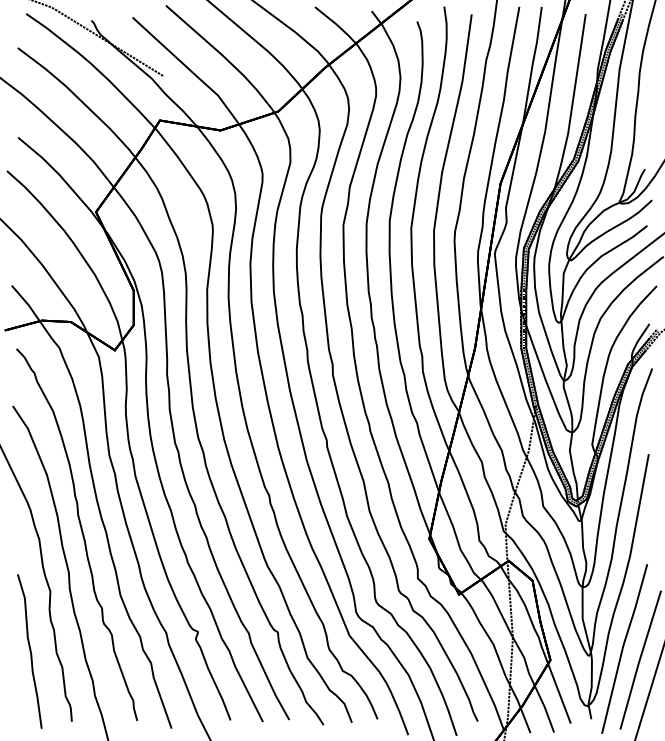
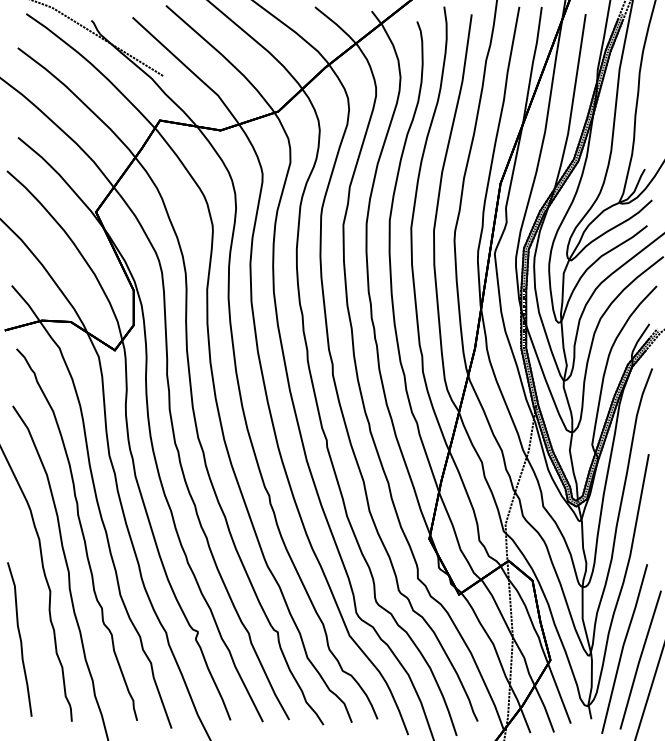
part at (29, 651) position: (29, 651) -> (19, 639)
